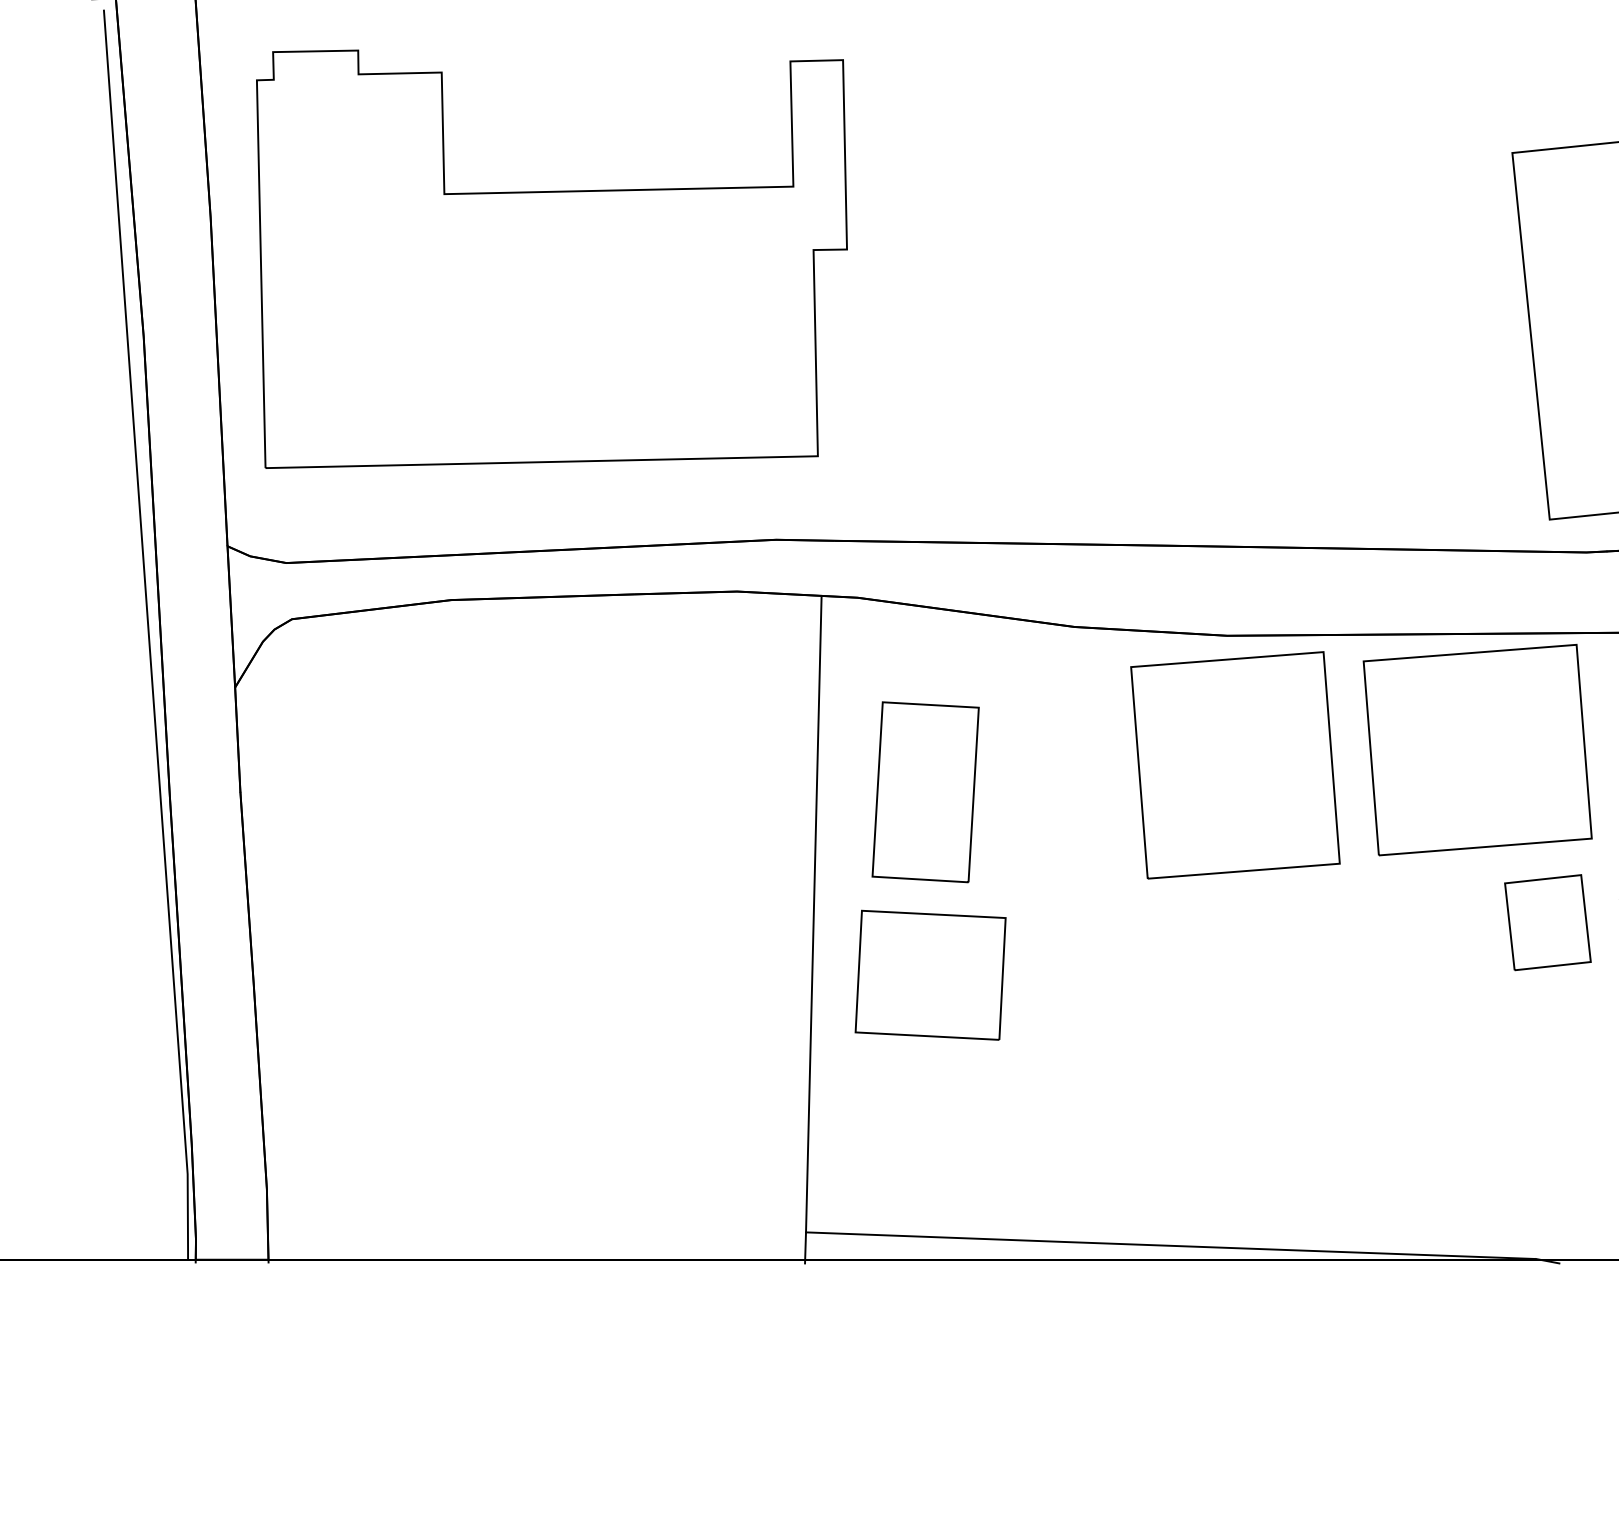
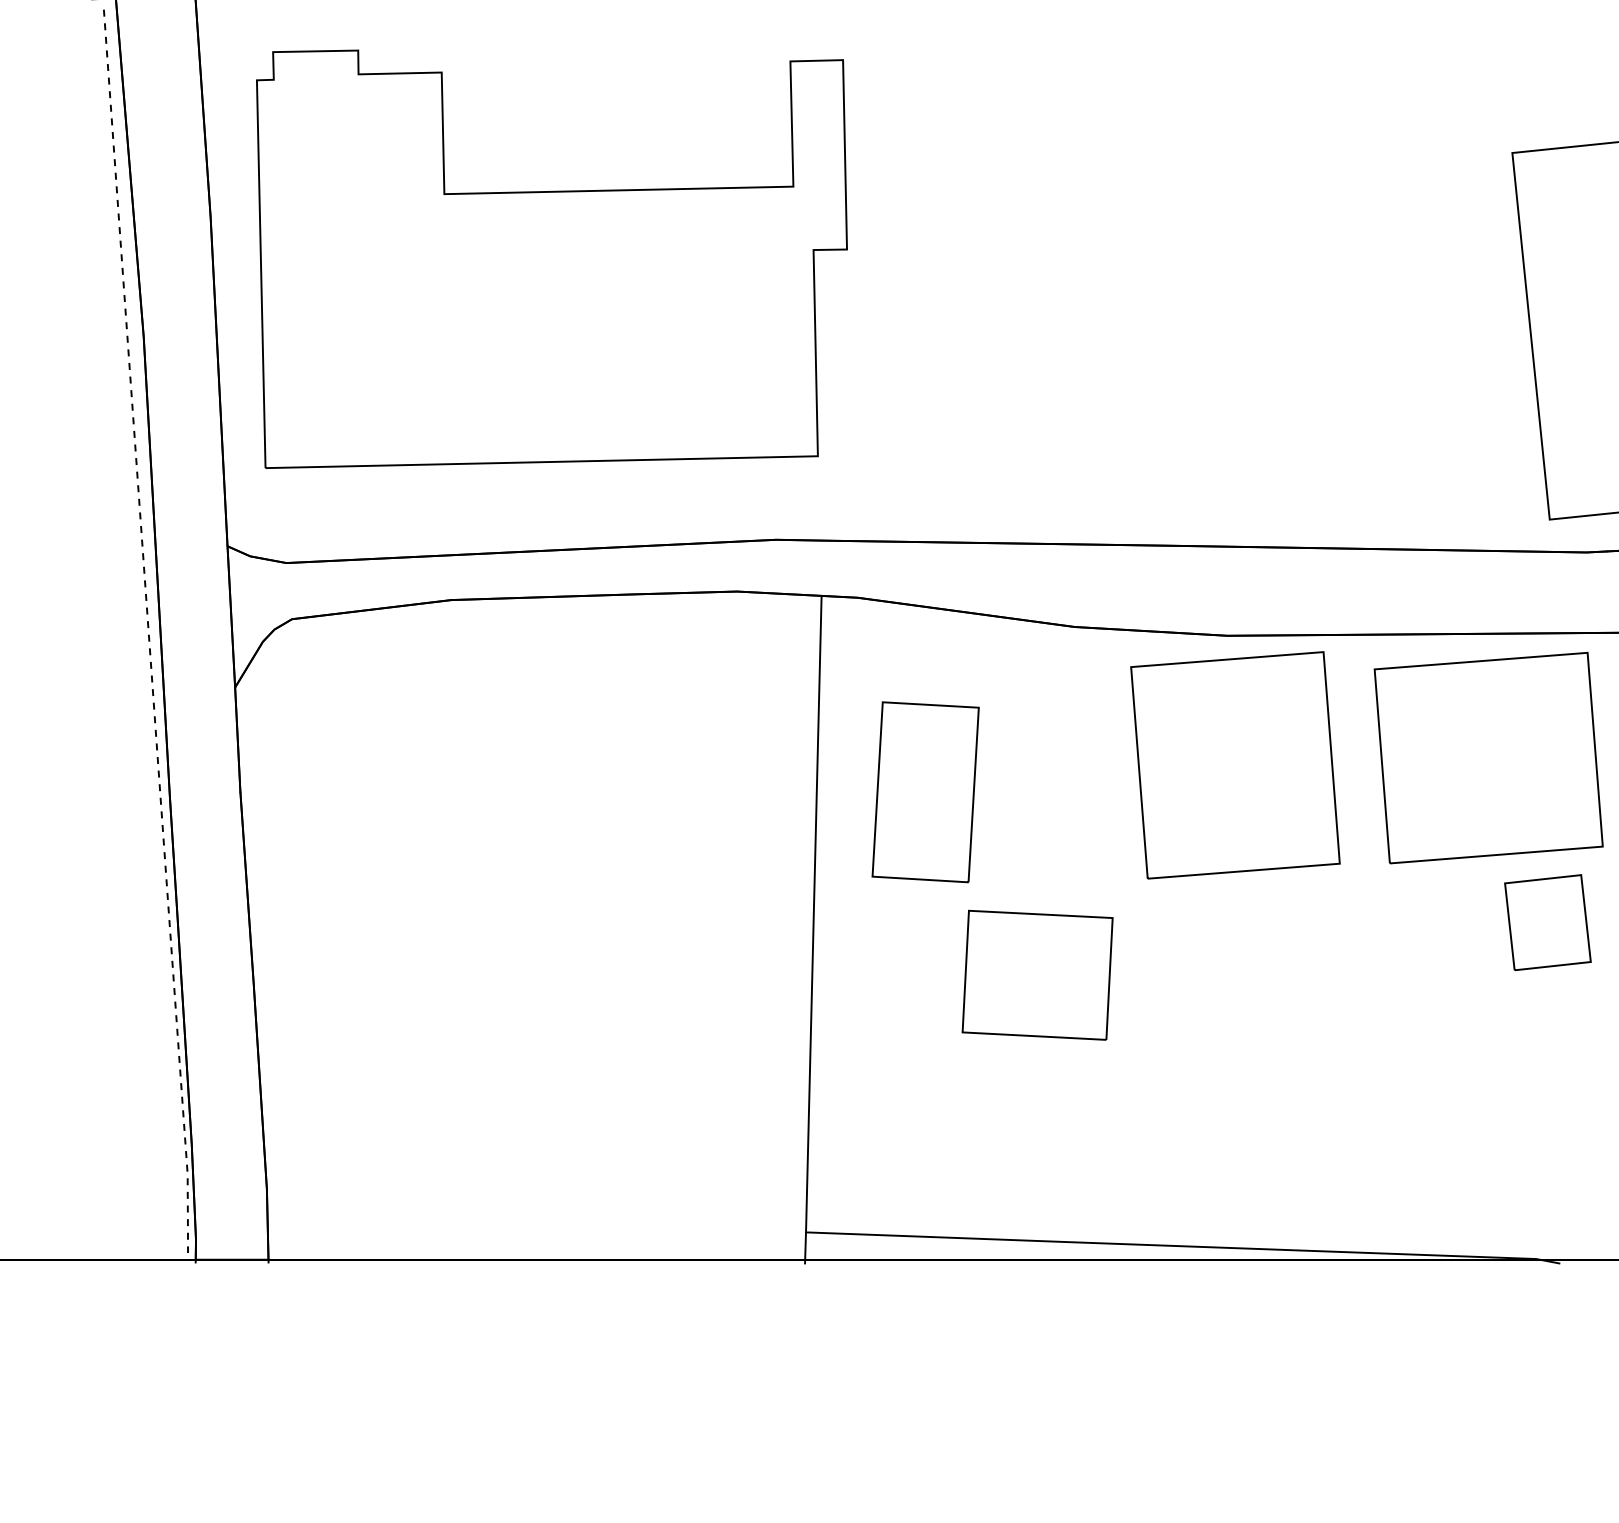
line at (149, 636): solid -> dashed
part at (1477, 749) position: (1477, 749) -> (1488, 757)
part at (930, 974) position: (930, 974) -> (1037, 974)
